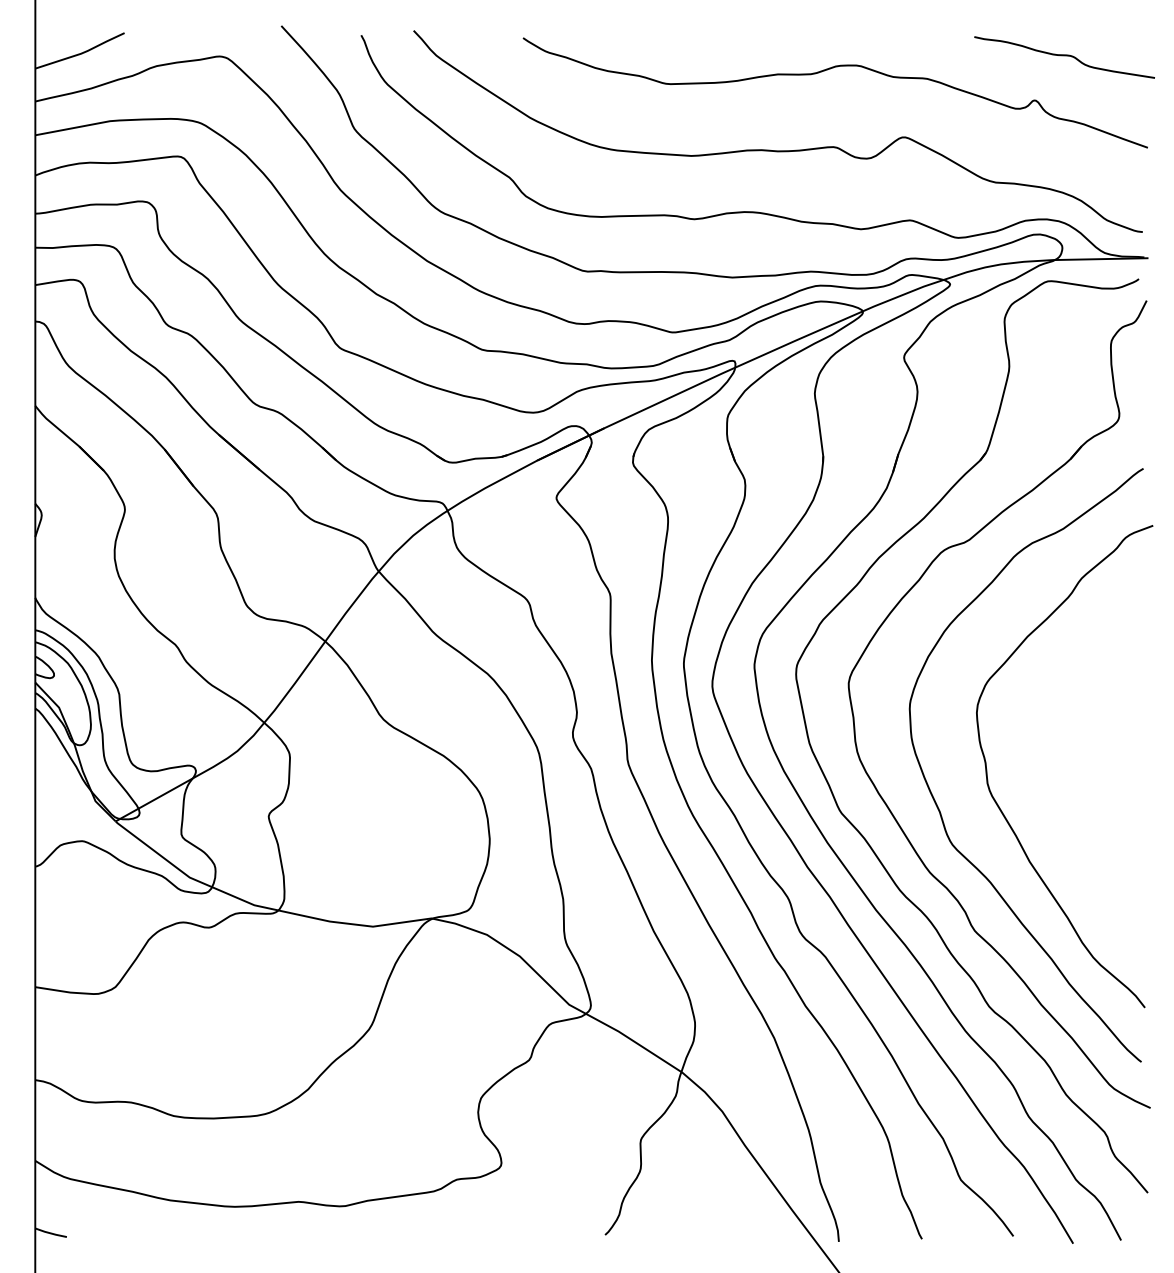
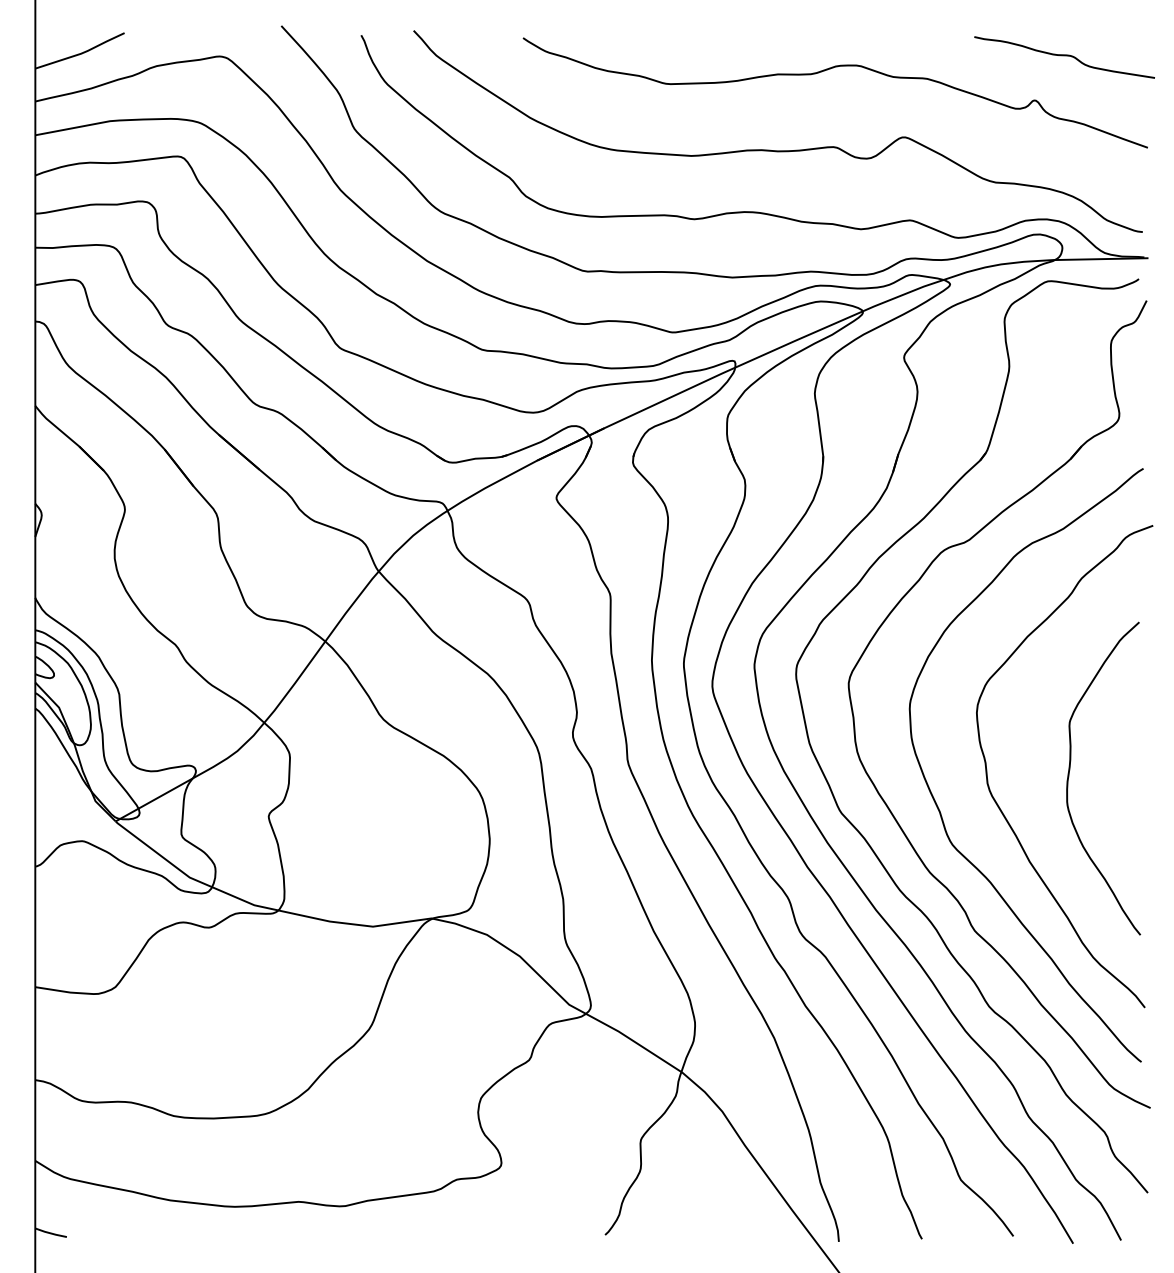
curve at (1070, 770): none -> present
